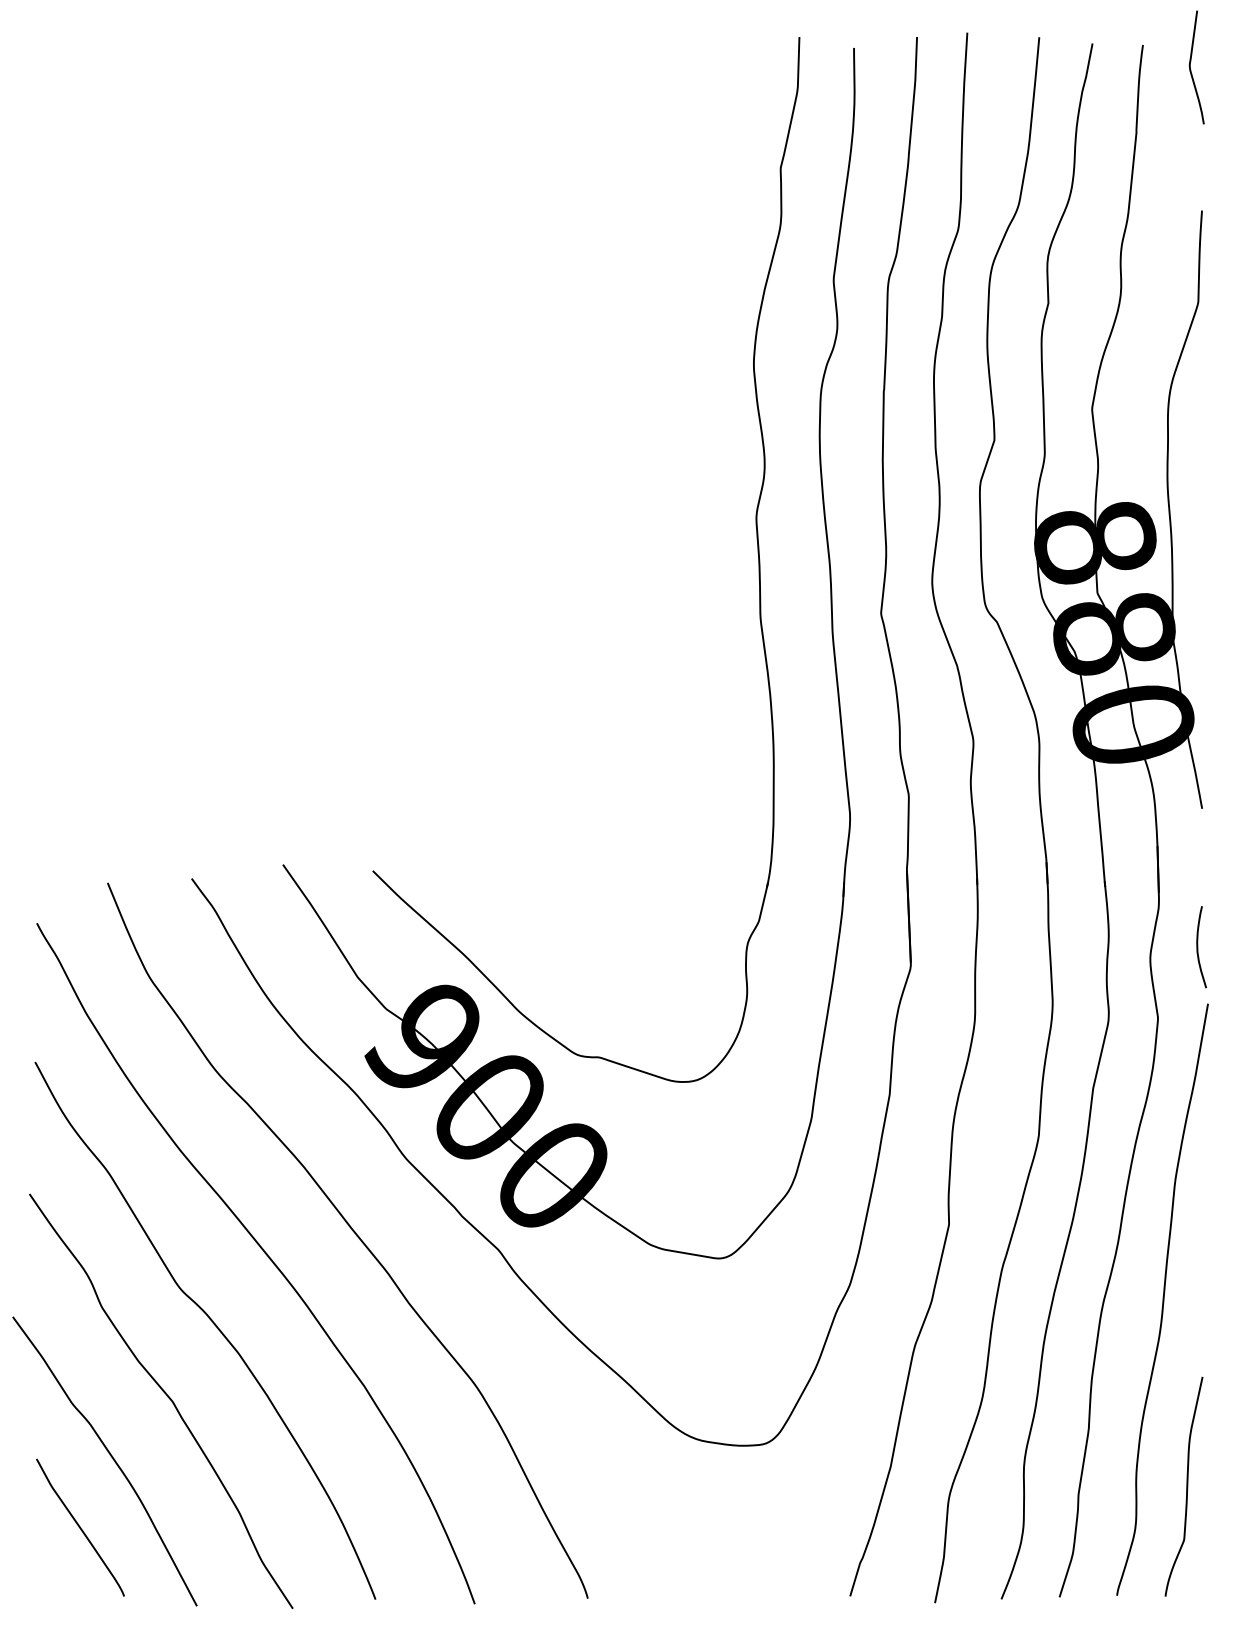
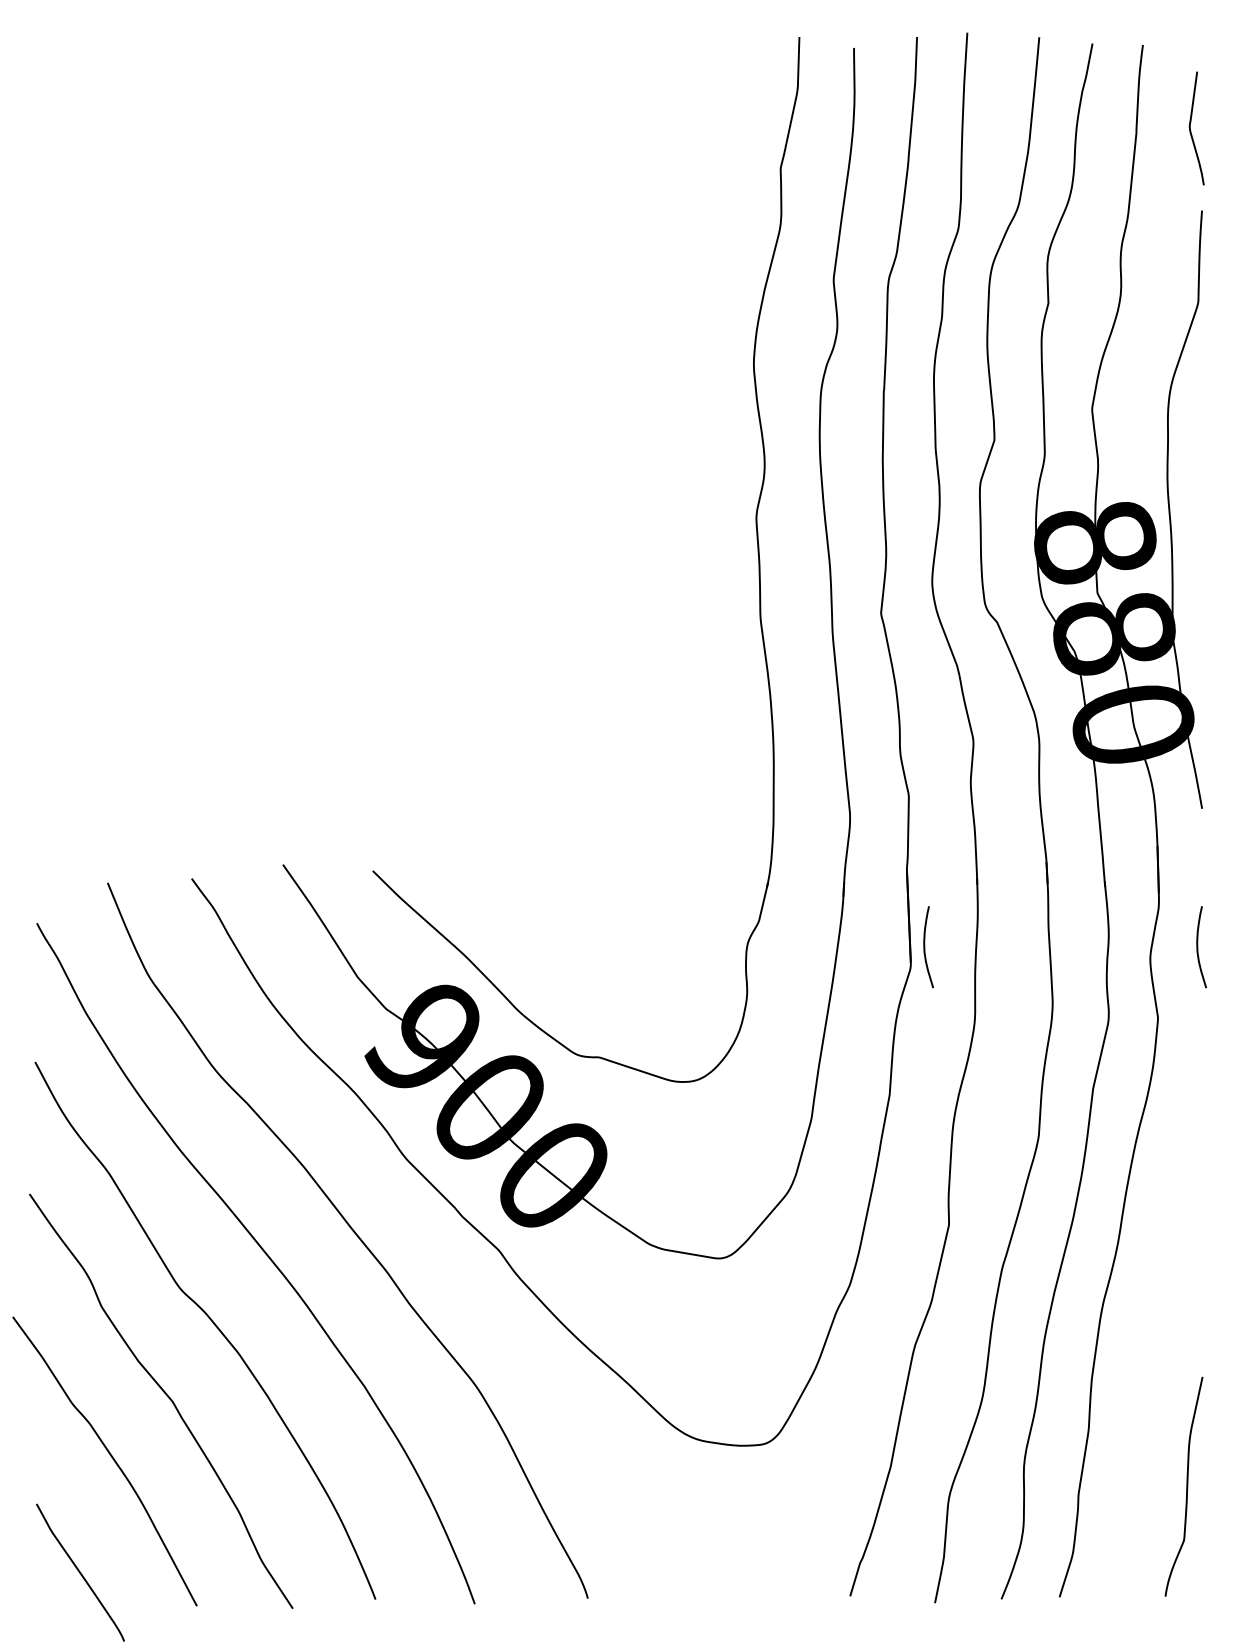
curve at (1191, 69) position: (1191, 69) -> (1191, 130)
curve at (925, 947): none -> present
curve at (1162, 1299): present -> none
curve at (80, 1527) position: (80, 1527) -> (80, 1572)
